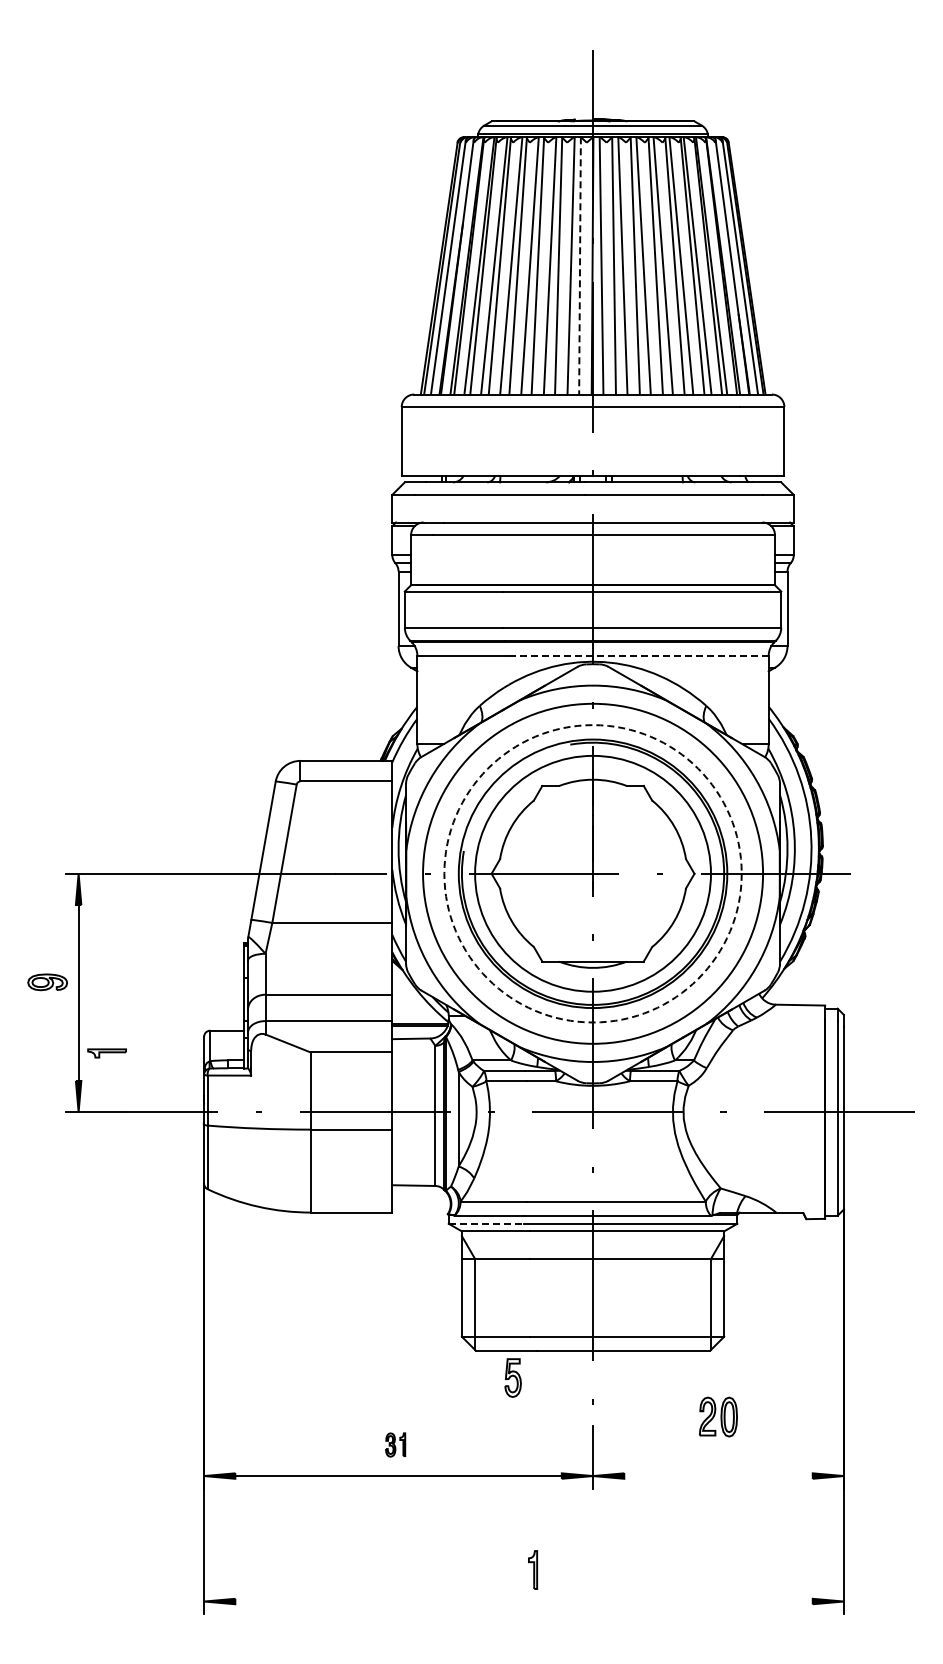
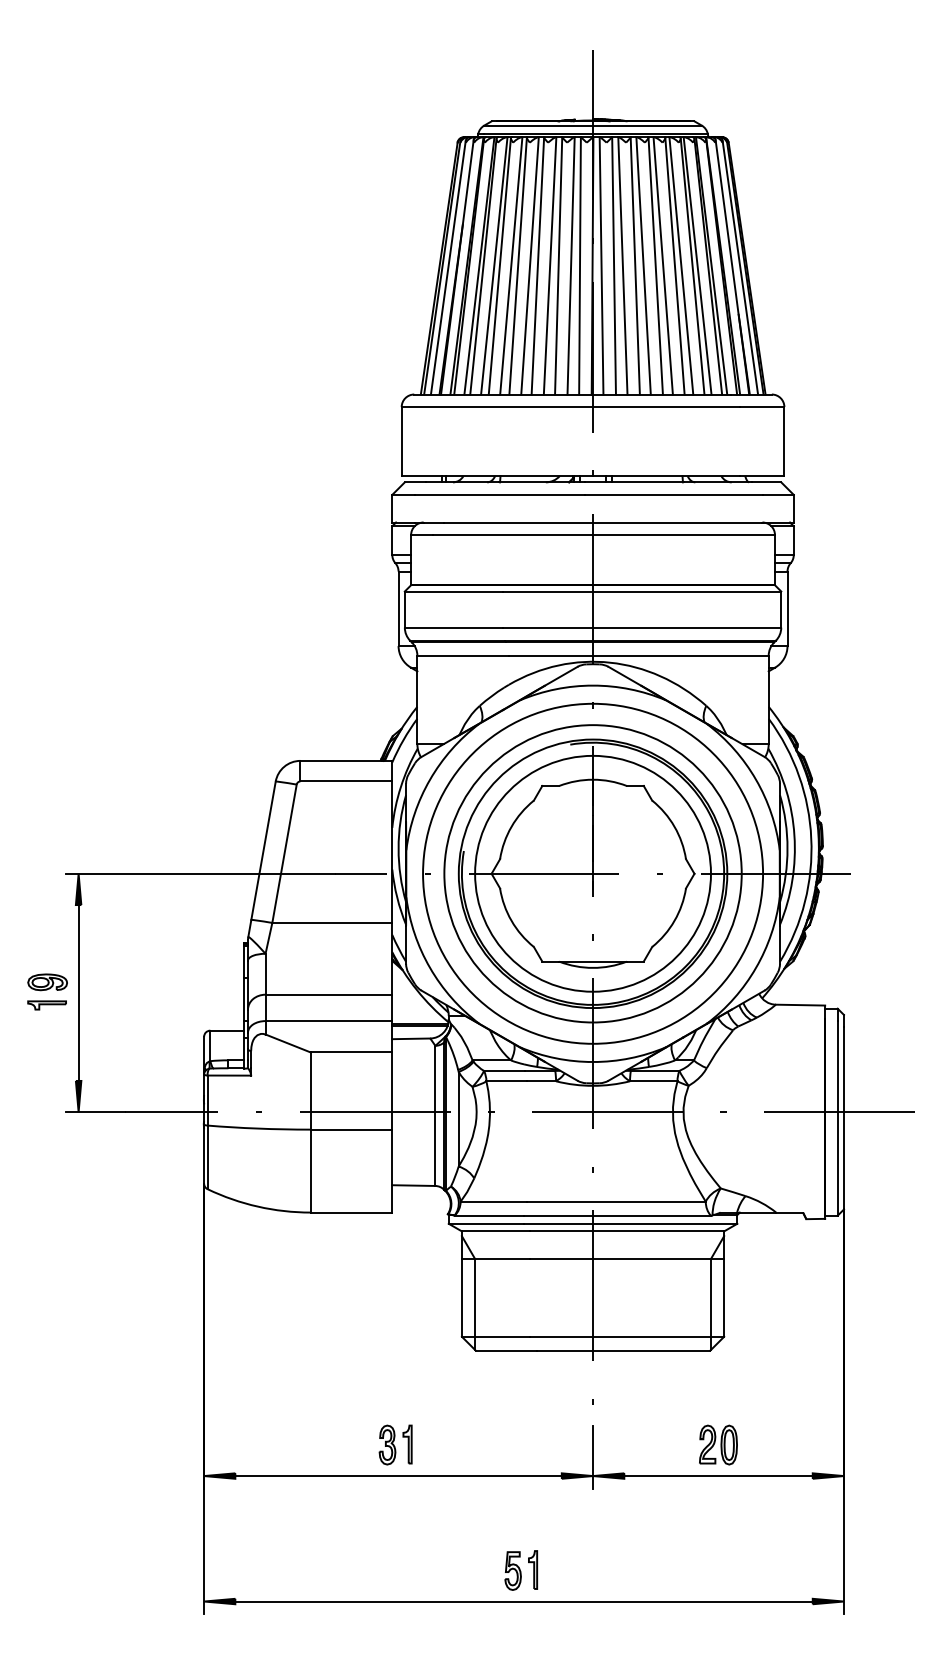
line at (580, 265): dashed -> solid
line at (638, 655): dashed -> solid
circle at (592, 873): dashed -> solid
part at (106, 1053) position: (106, 1053) -> (46, 1005)
line at (486, 1223): dashed -> solid
part at (512, 1377) position: (512, 1377) -> (512, 1570)
part at (718, 1416) position: (718, 1416) -> (718, 1444)
part at (395, 1444) size: 22x26 px -> 35x42 px
line at (718, 1476): none -> present
line at (523, 1601): none -> present
